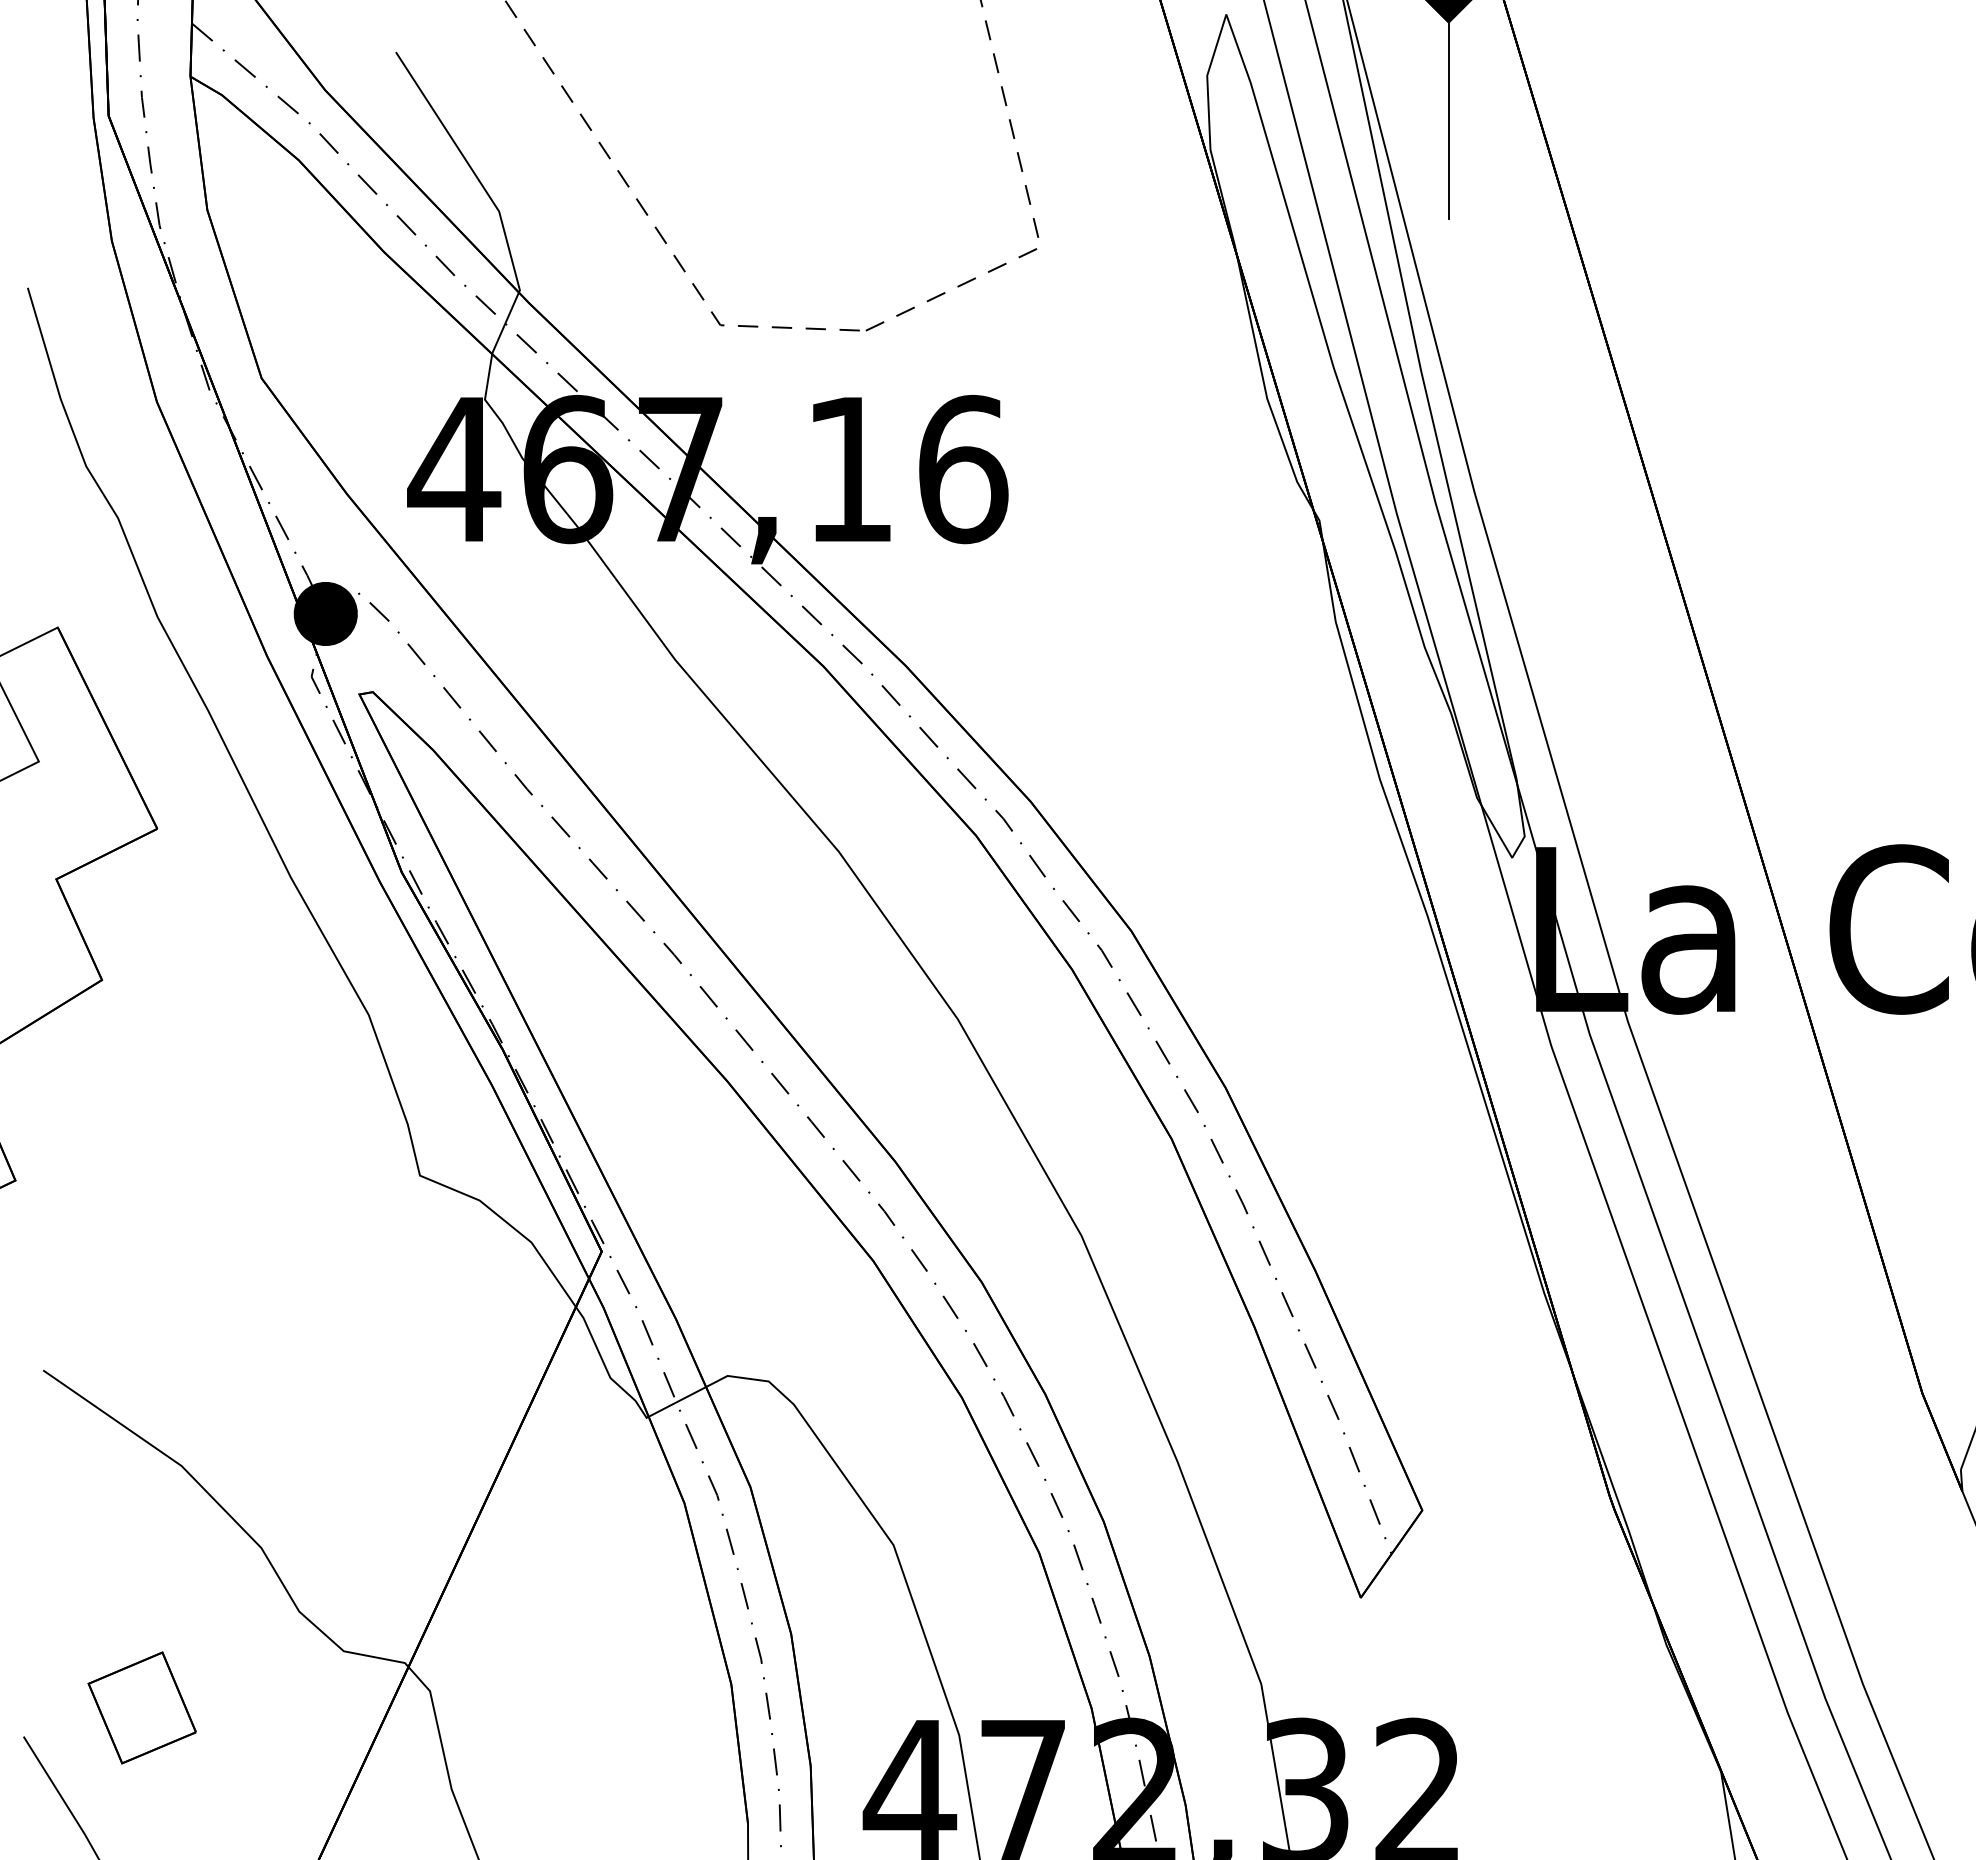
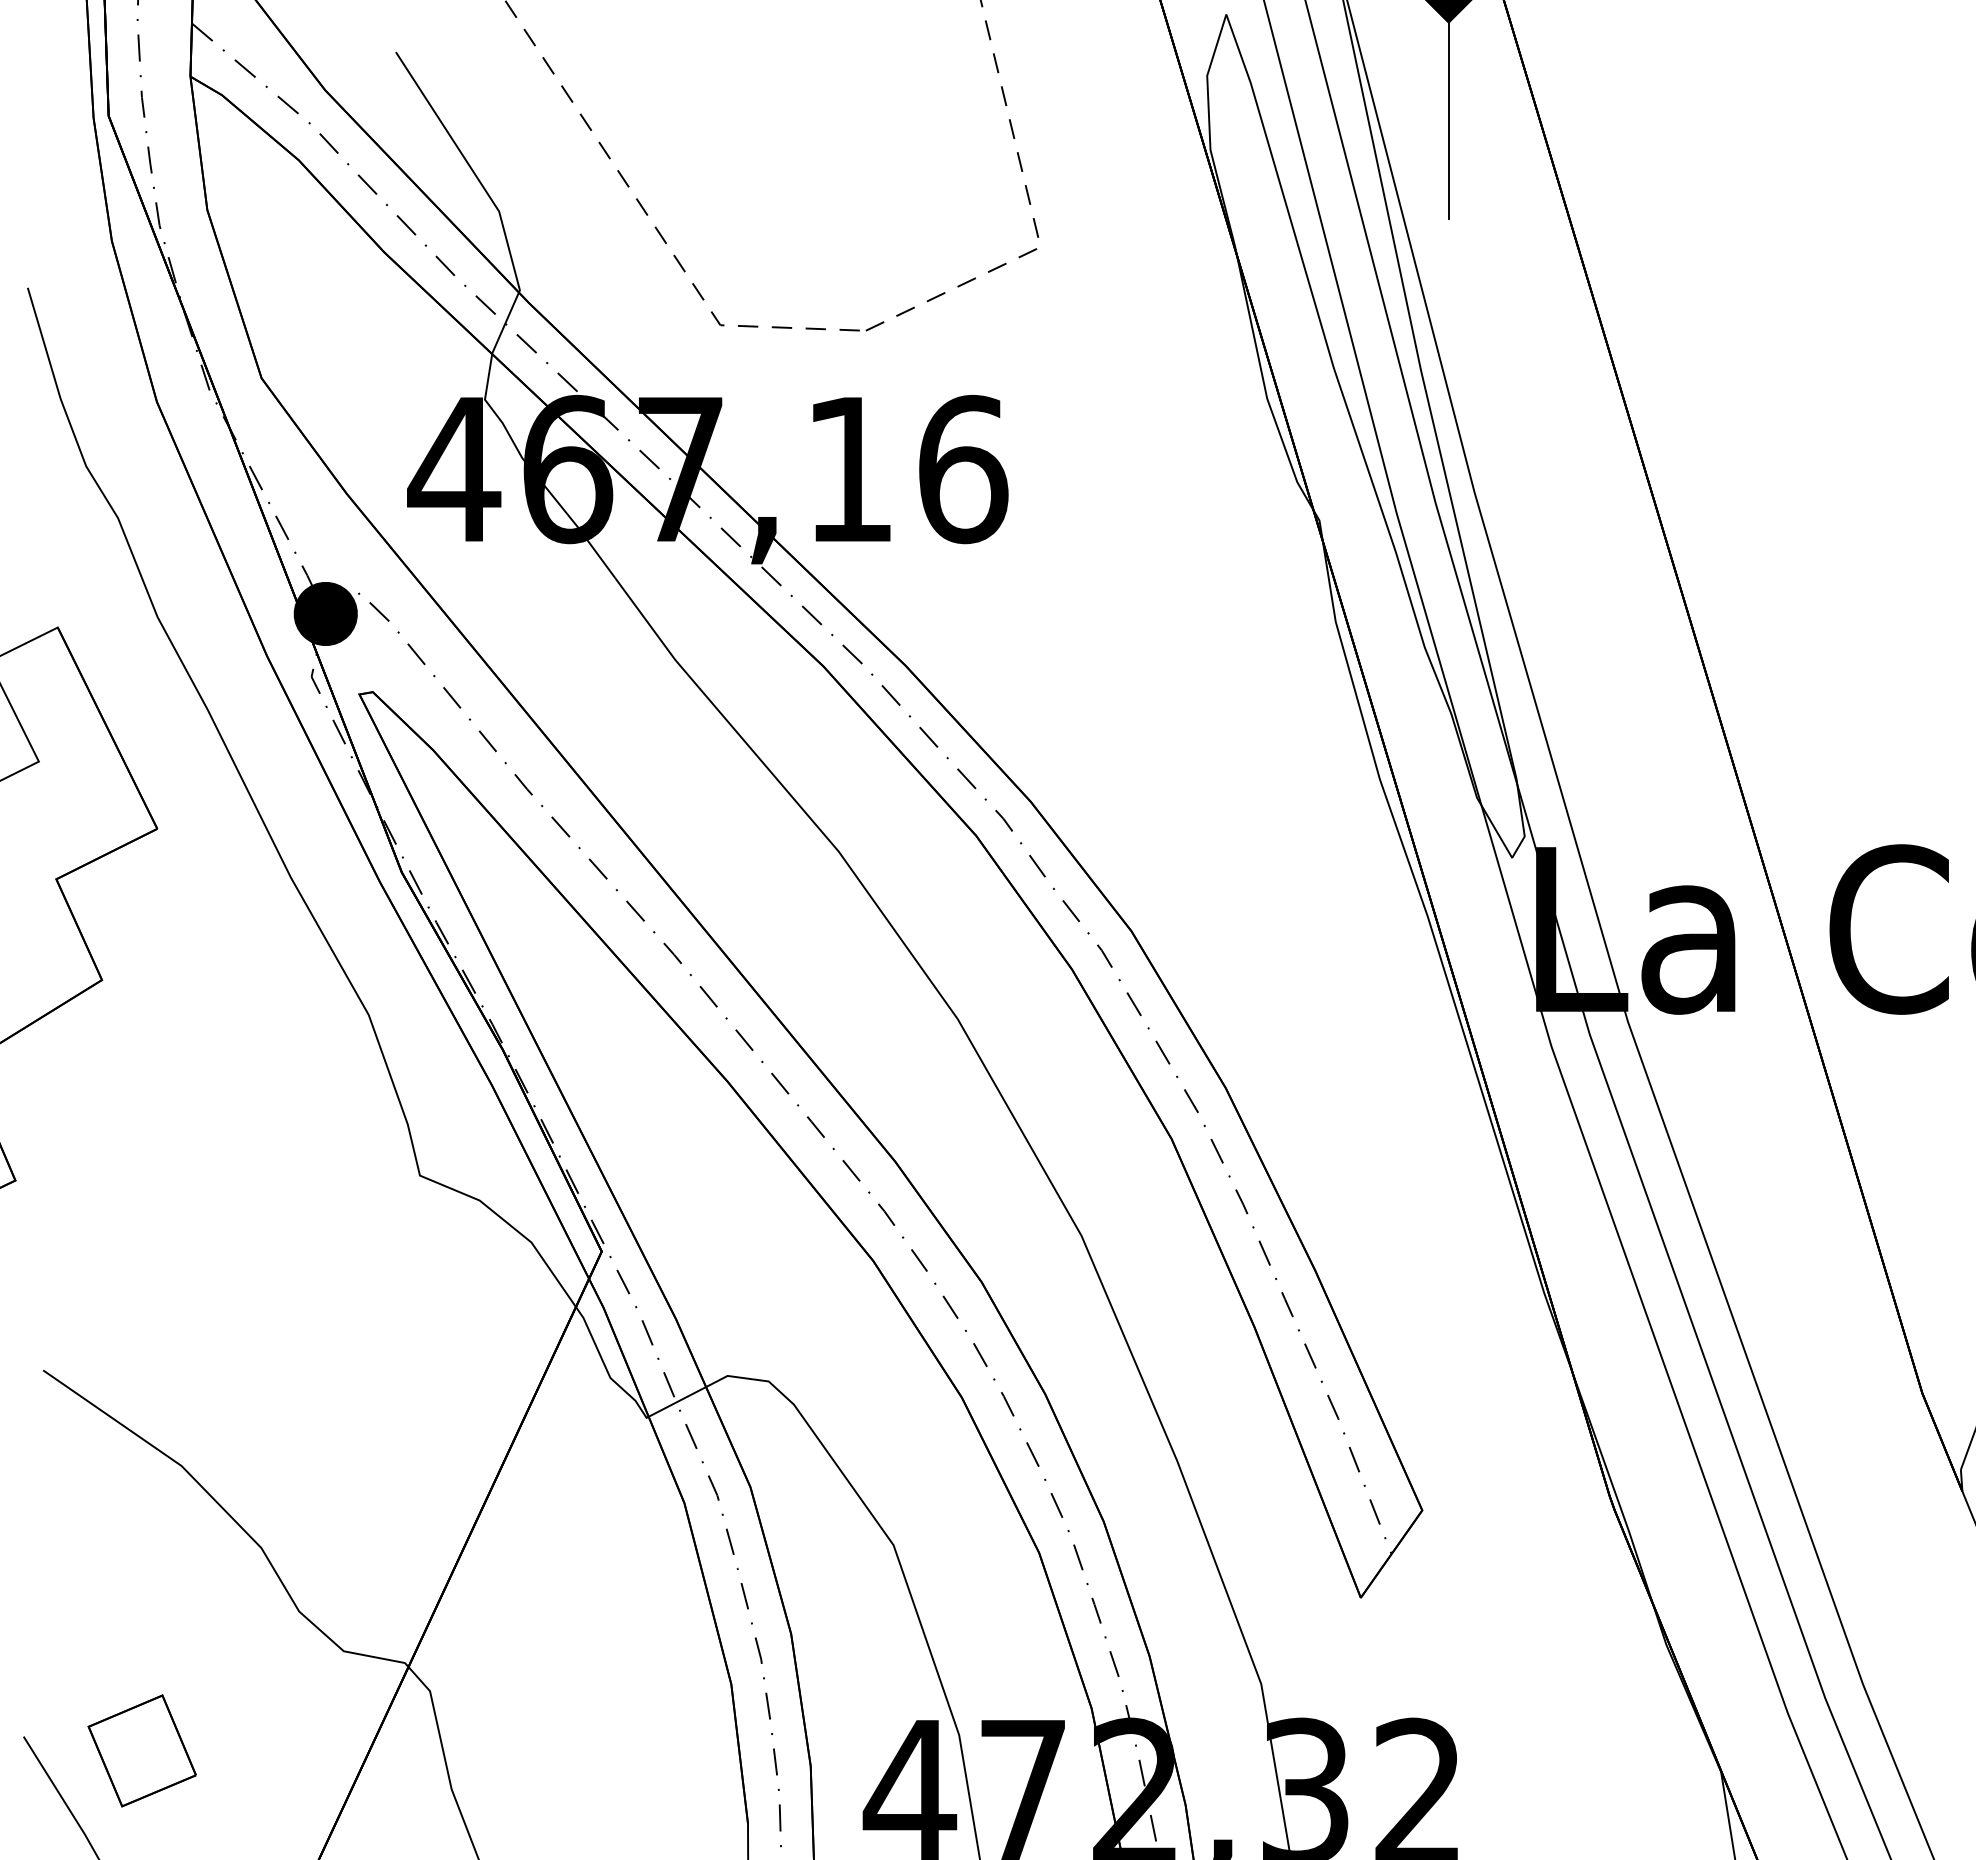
part at (141, 1707) position: (141, 1707) -> (141, 1750)
